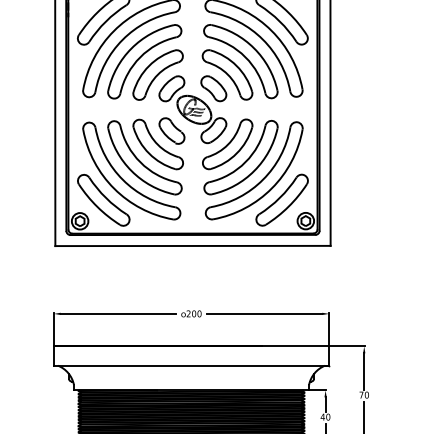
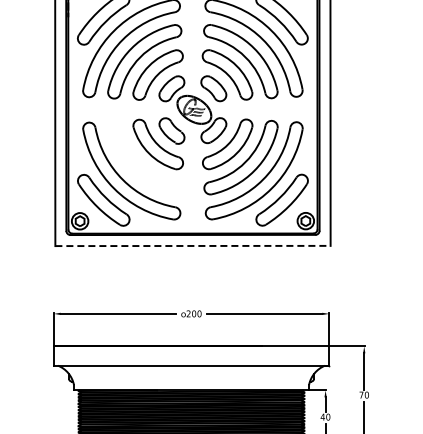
part at (144, 157): present -> none
line at (192, 245): solid -> dashed
